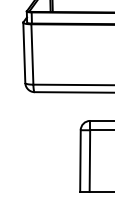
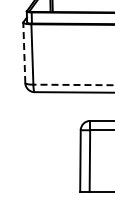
line at (24, 52): solid -> dashed
line at (73, 84): solid -> dashed
